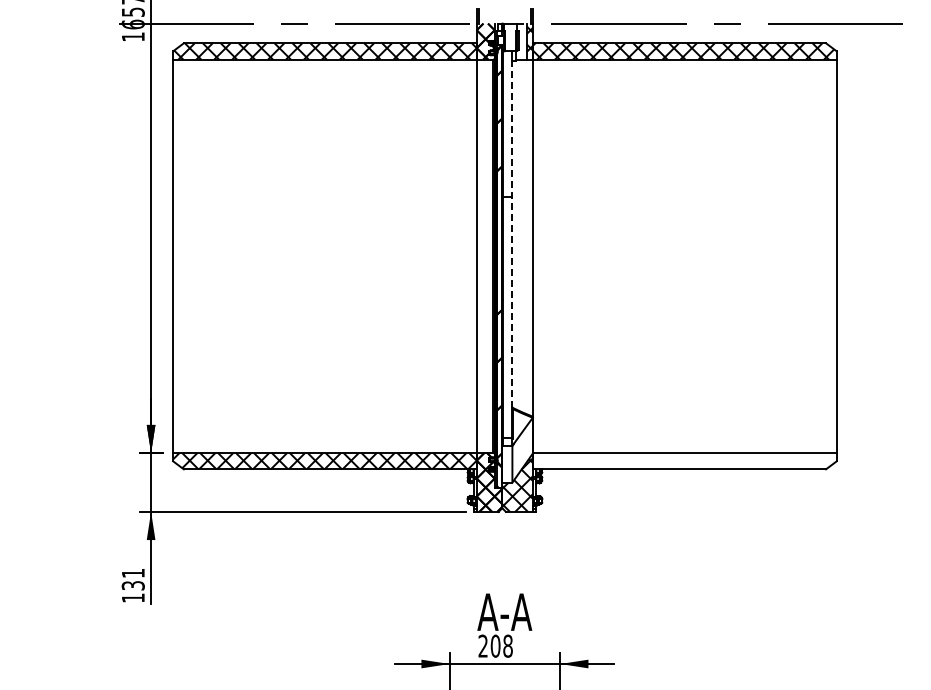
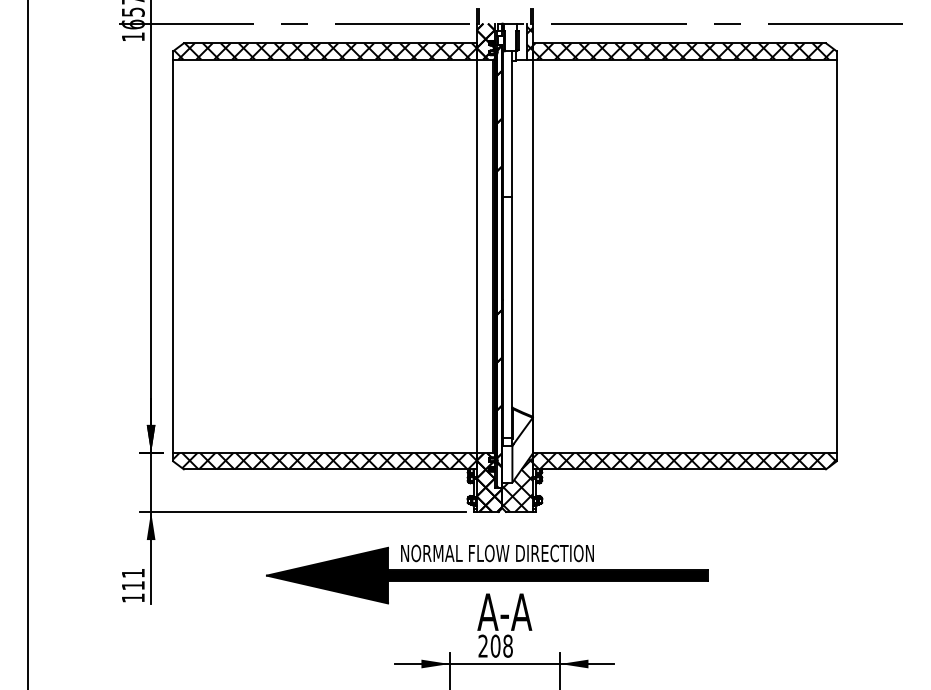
line at (512, 234): dashed -> solid
line at (27, 344): none -> present
hatch at (684, 461): none -> present
part at (487, 574): none -> present
text at (132, 585): 131 -> 111
